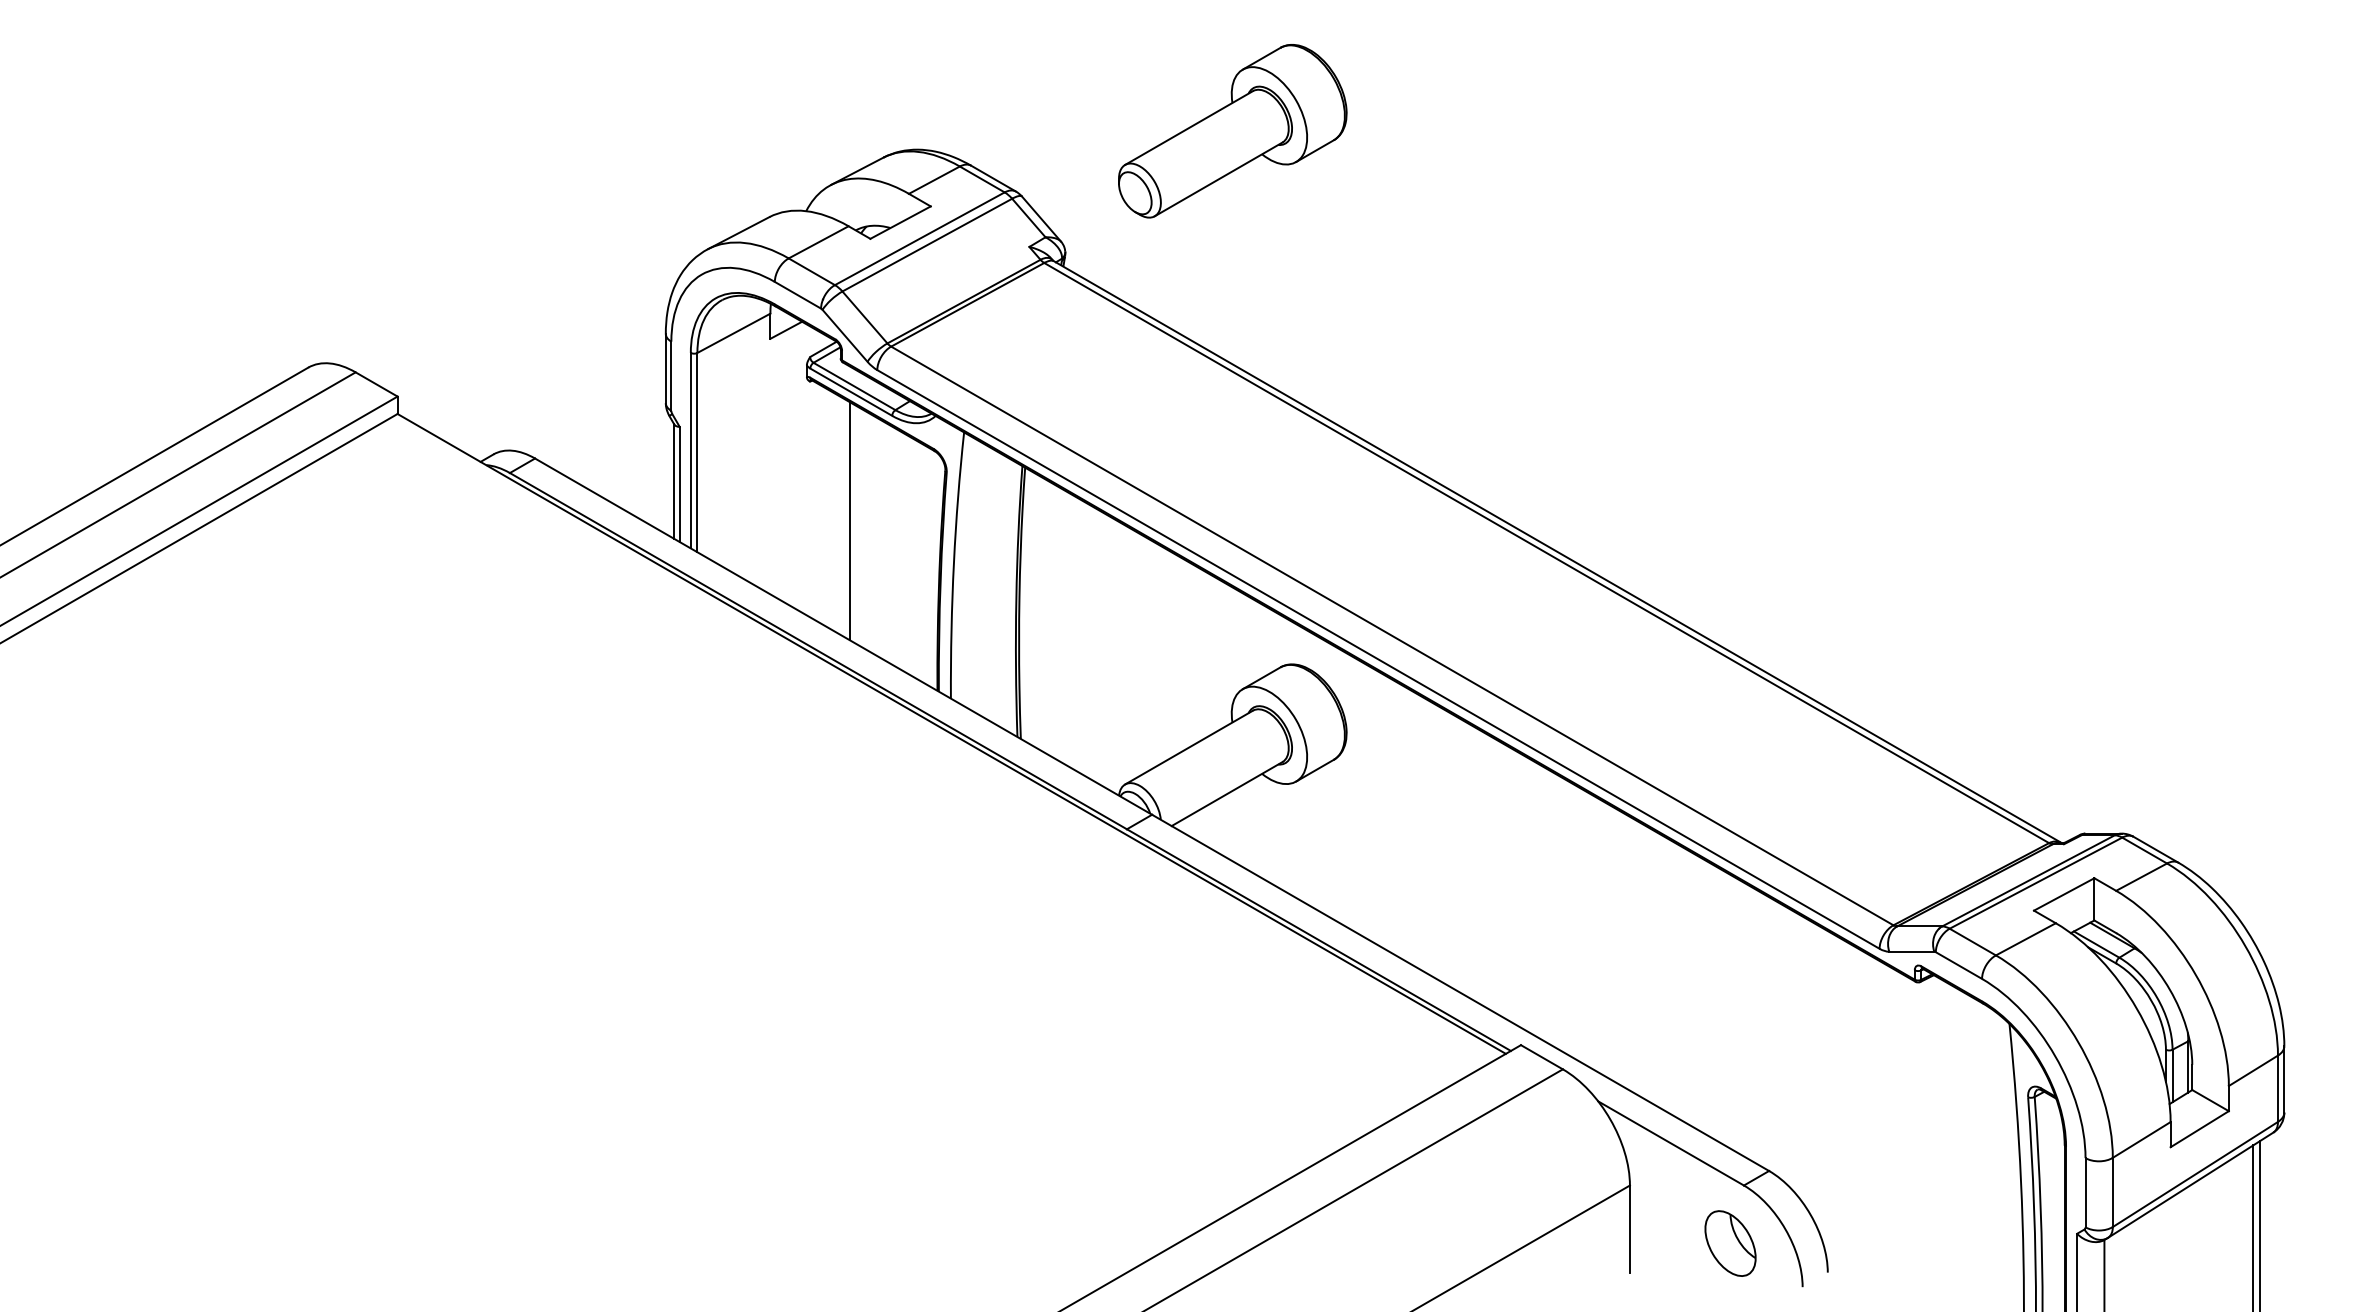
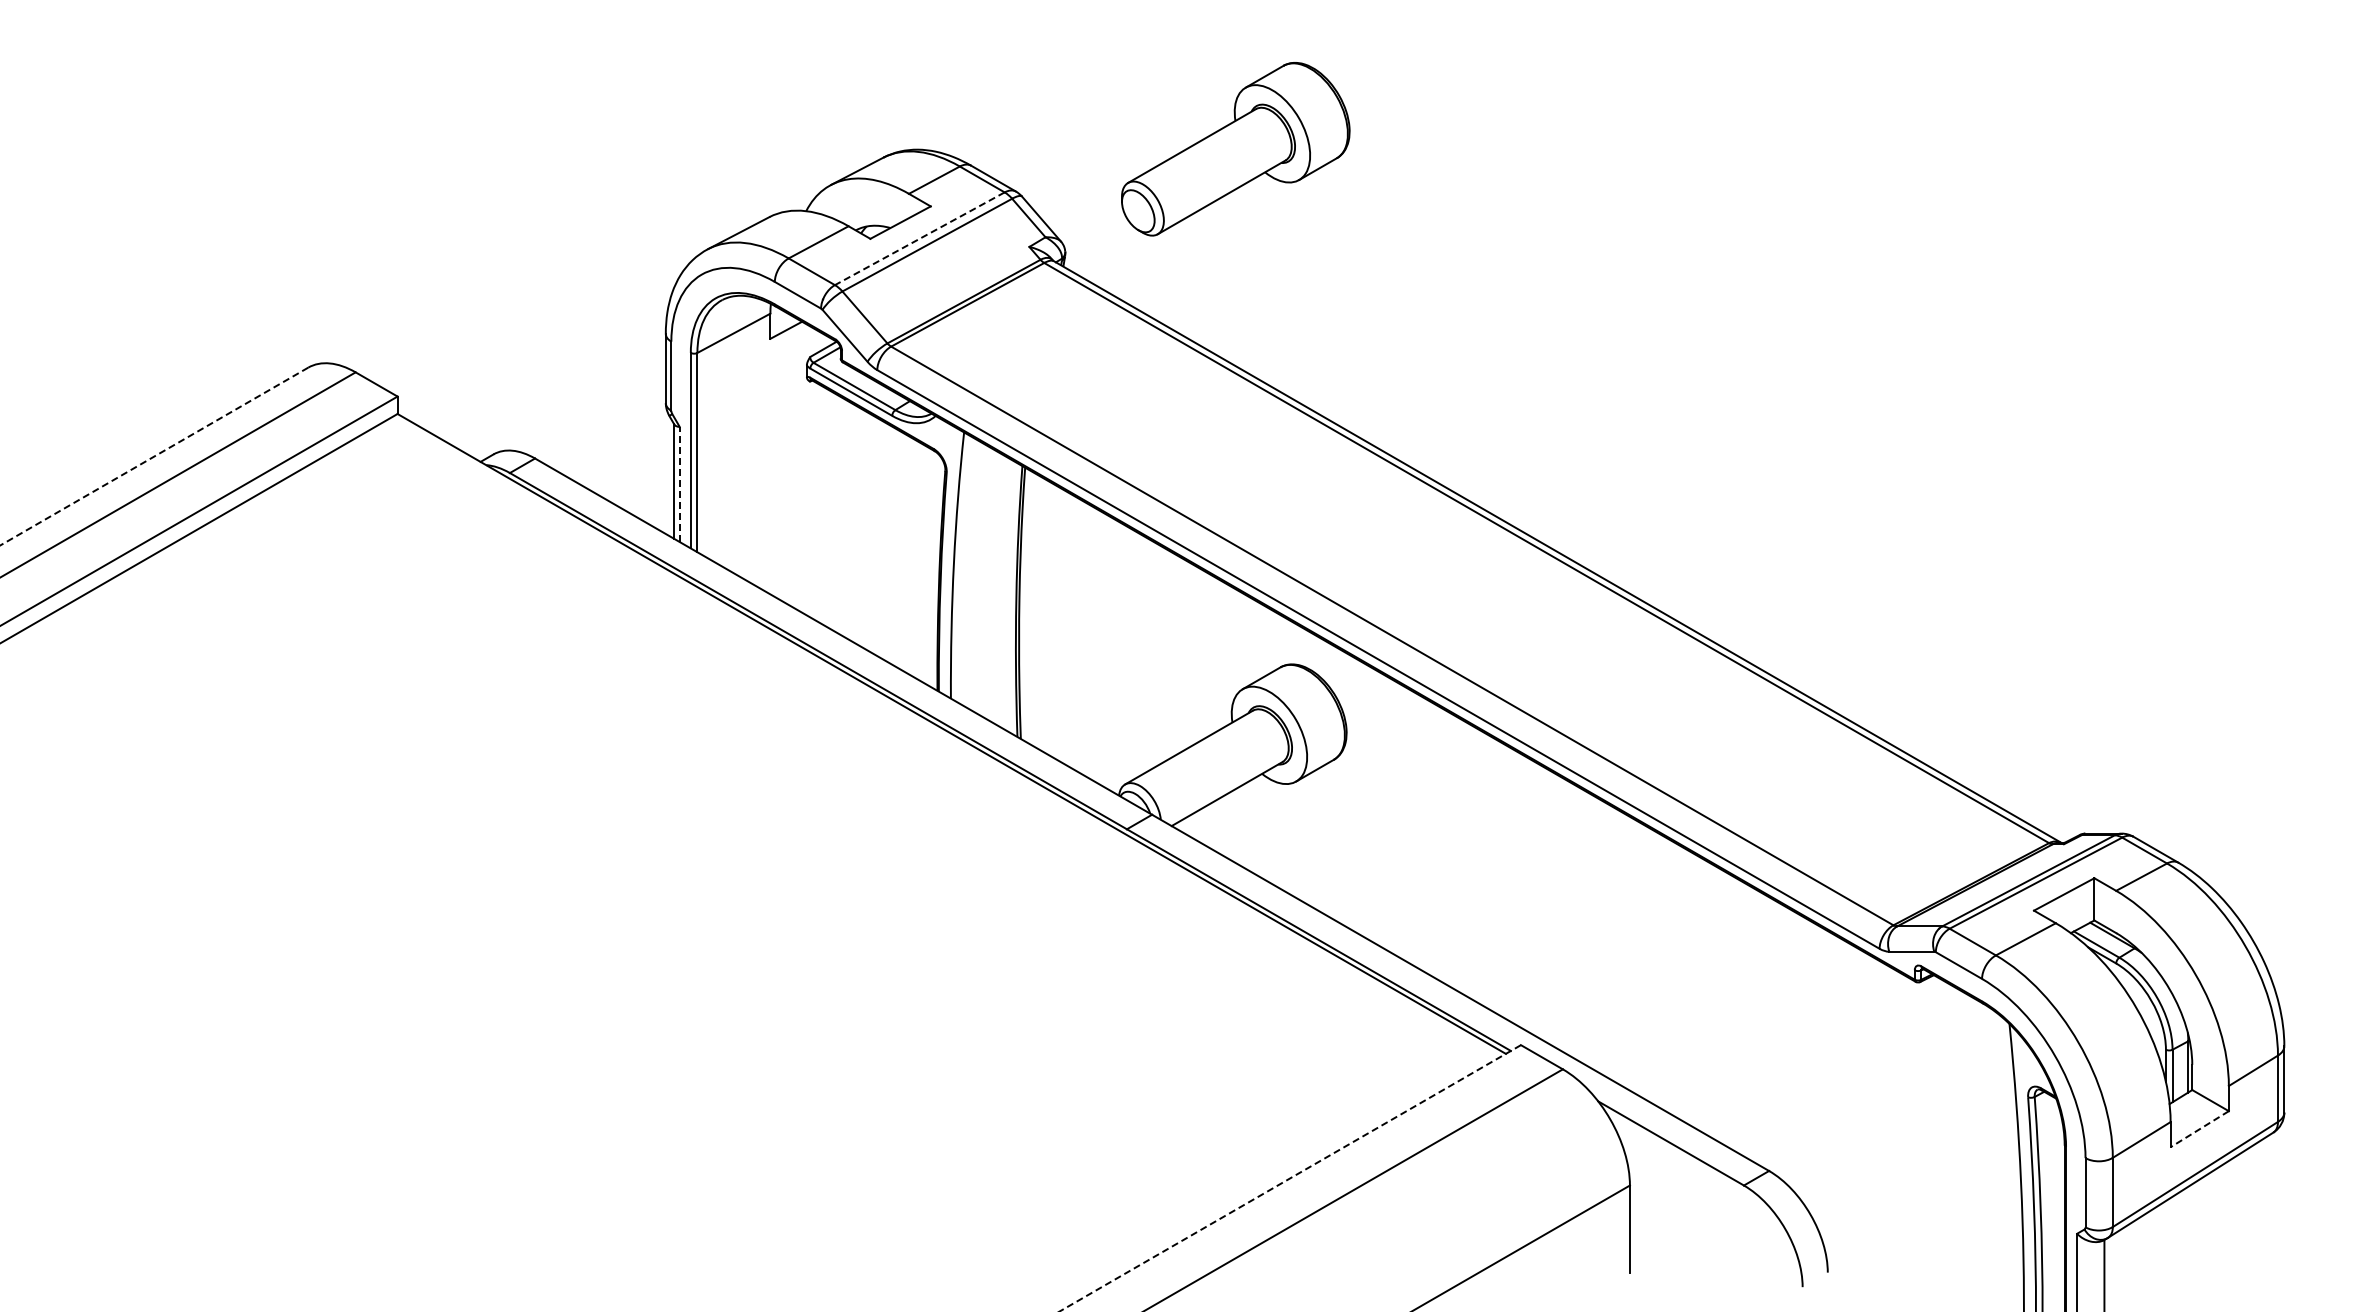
part at (1232, 131) position: (1232, 131) -> (1235, 149)
line at (919, 238): solid -> dashed
line at (154, 456): solid -> dashed
line at (679, 484): solid -> dashed
line at (850, 521): present -> none
line at (2199, 1129): solid -> dashed
line at (1289, 1178): solid -> dashed
line at (2259, 1224): present -> none
line at (2253, 1226): present -> none
part at (1730, 1243): present -> none
